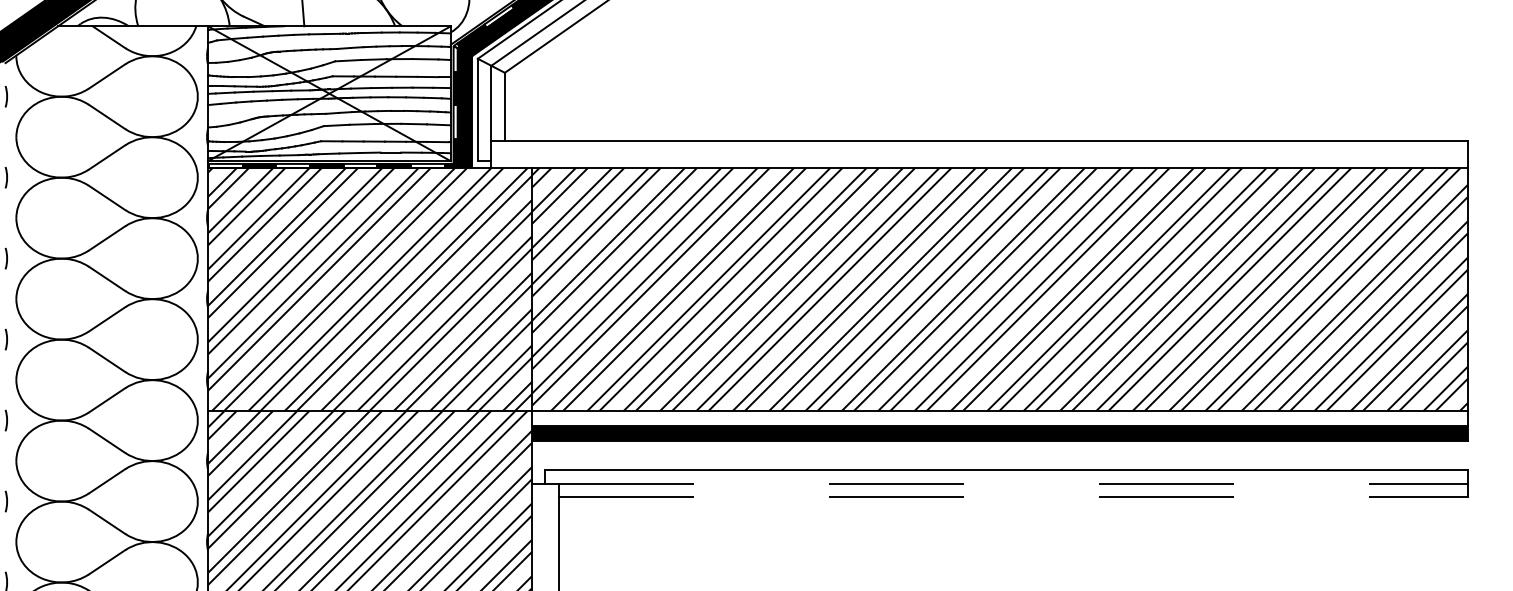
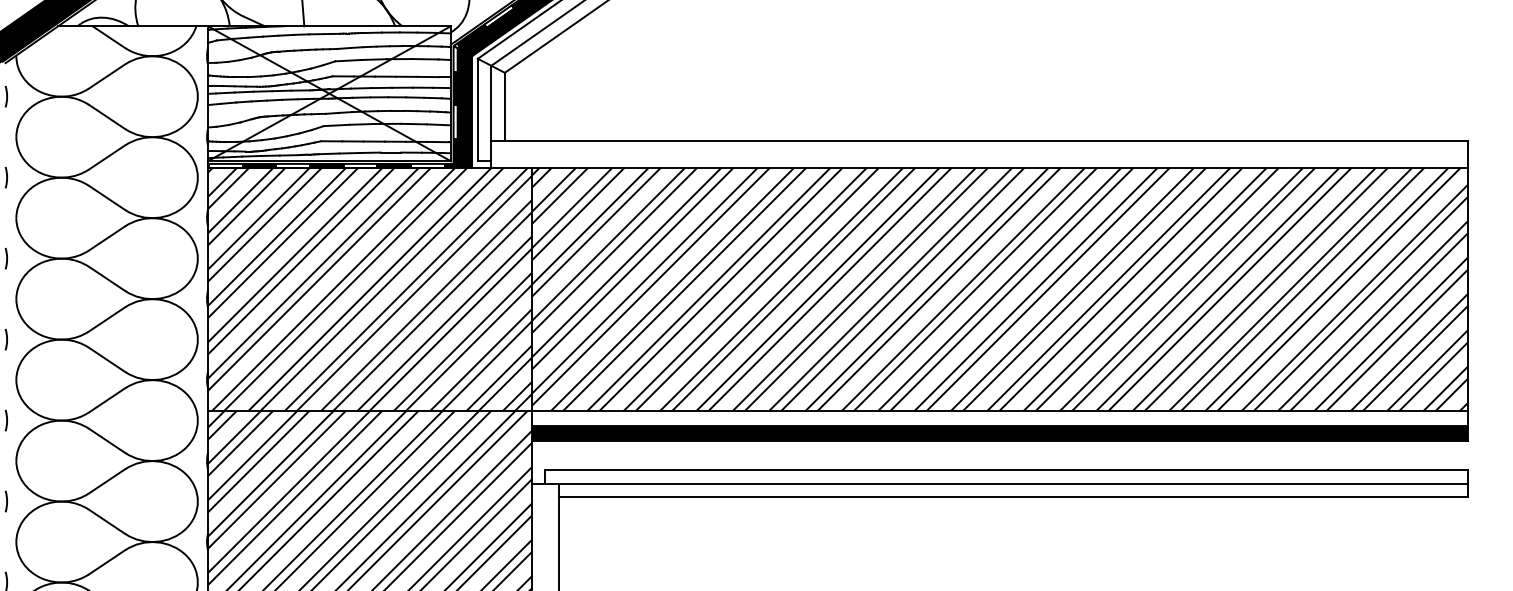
line at (1013, 483): dashed -> solid
line at (1013, 497): dashed -> solid
